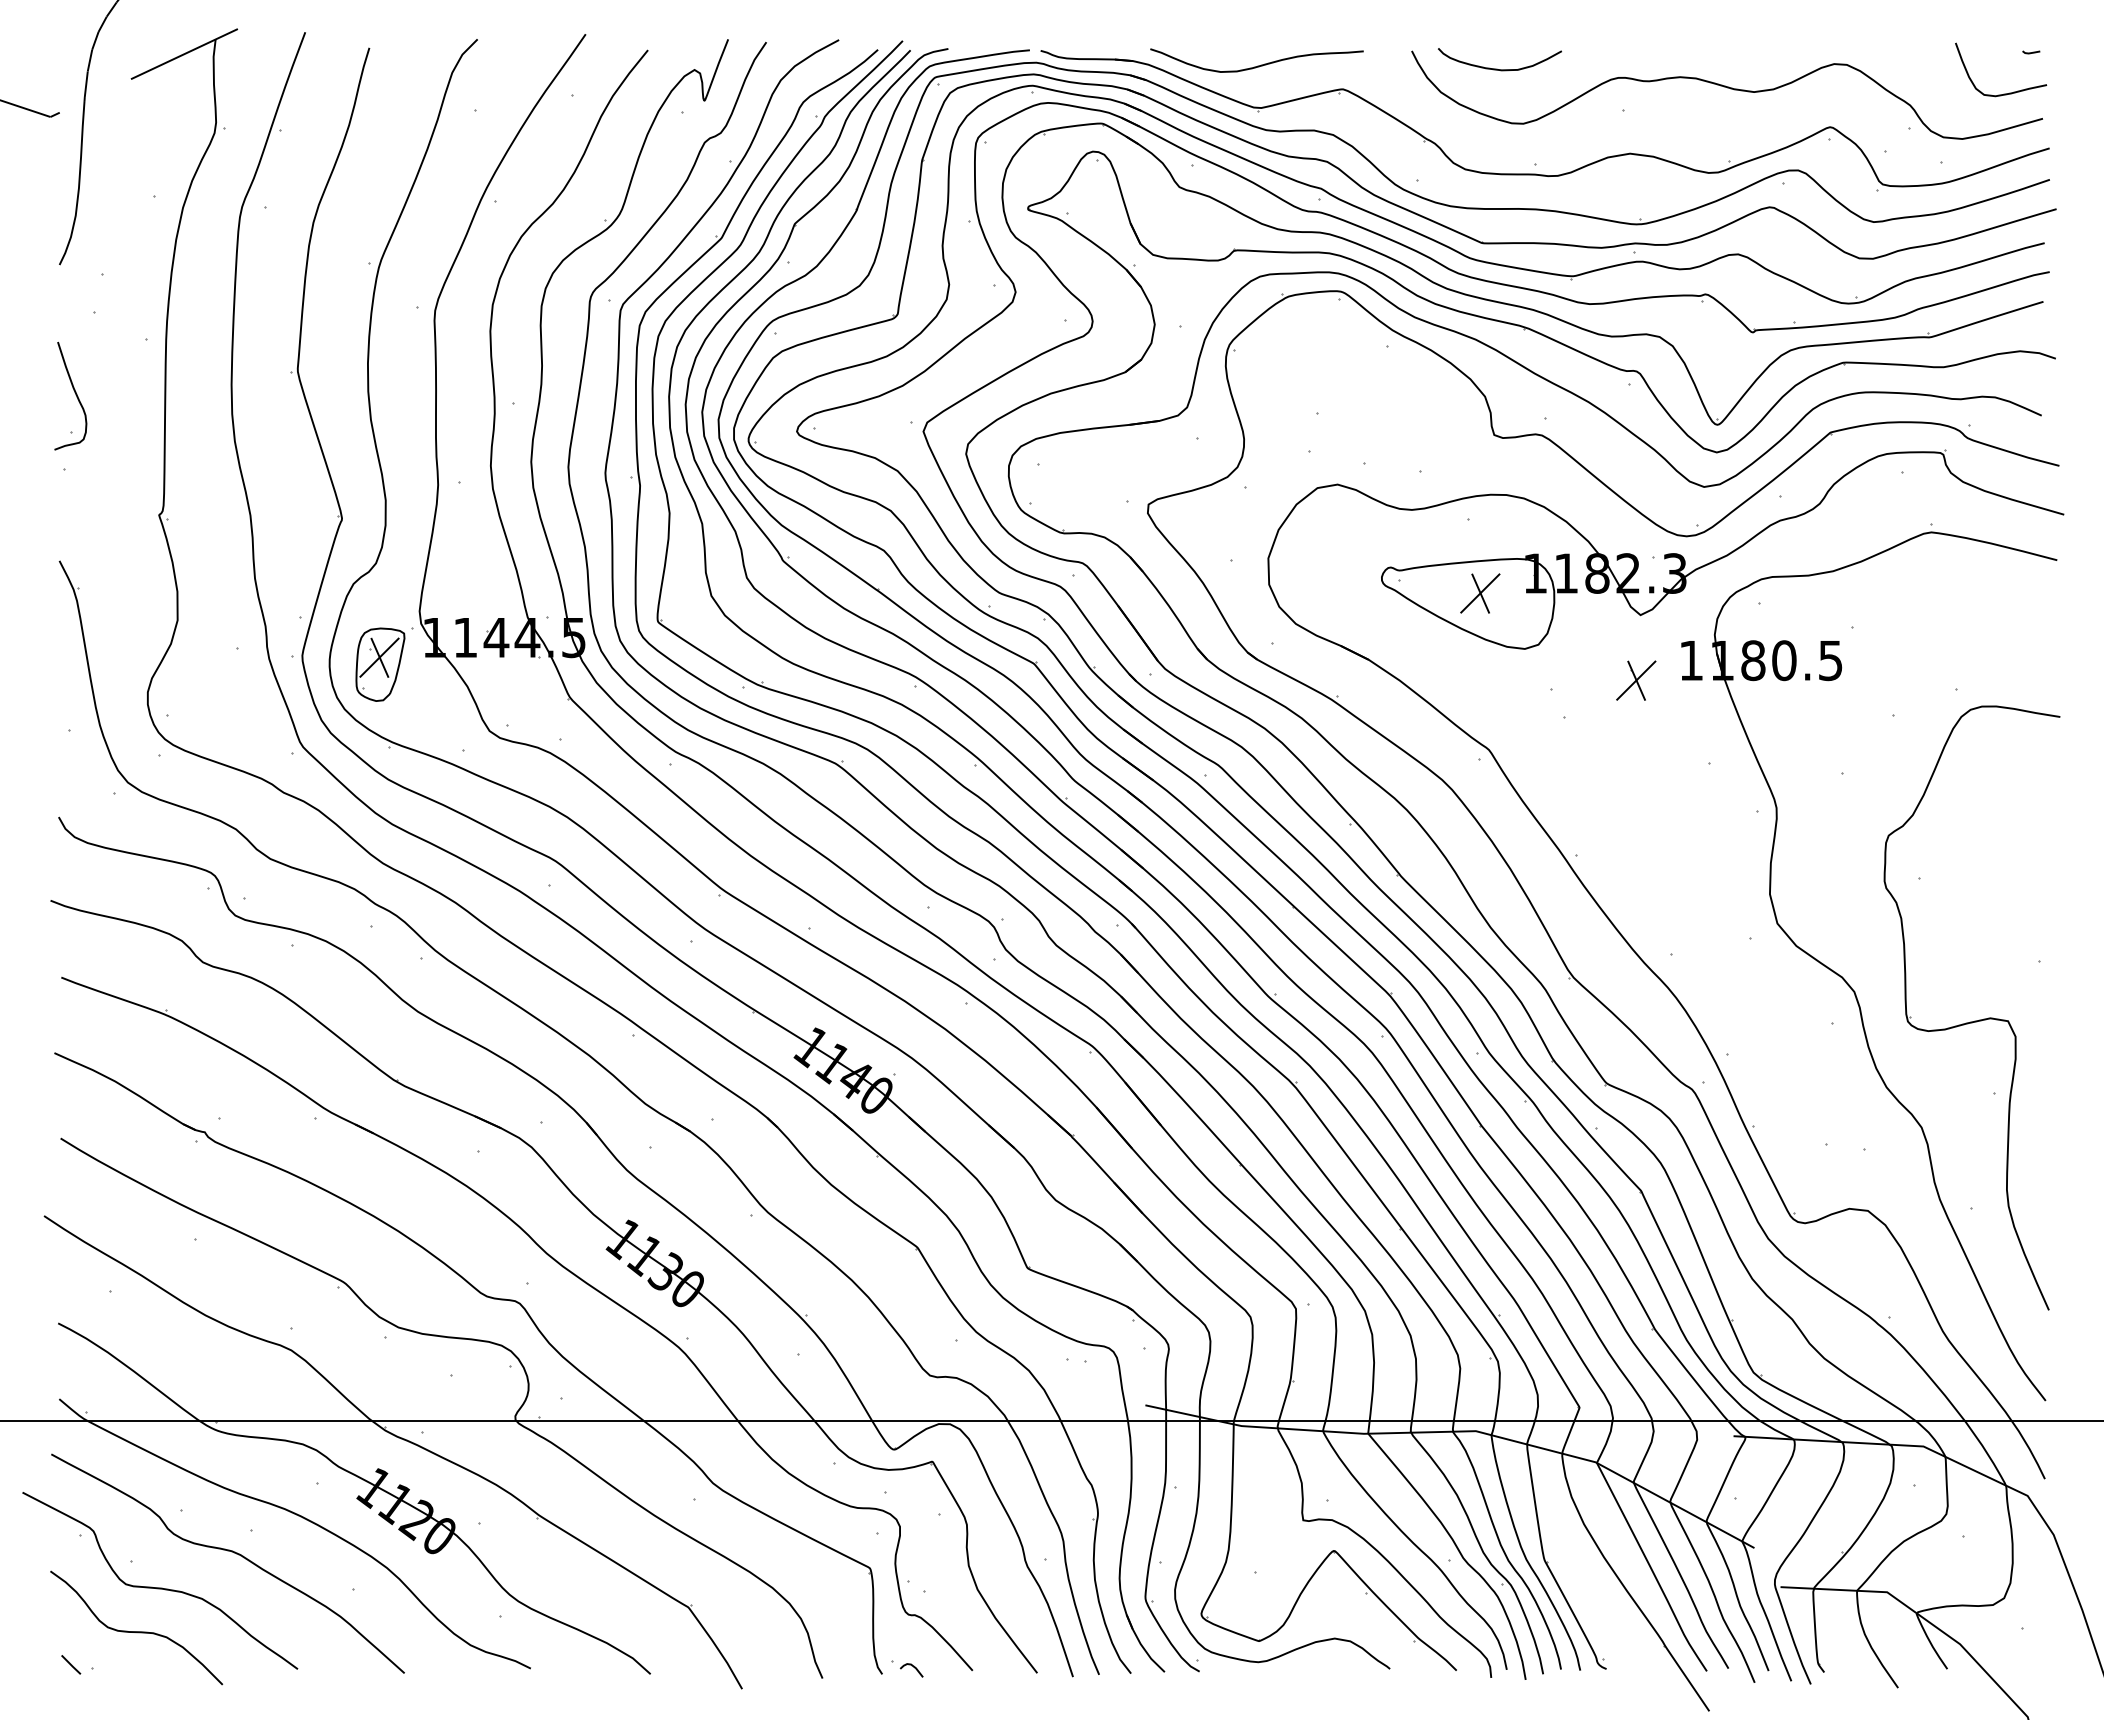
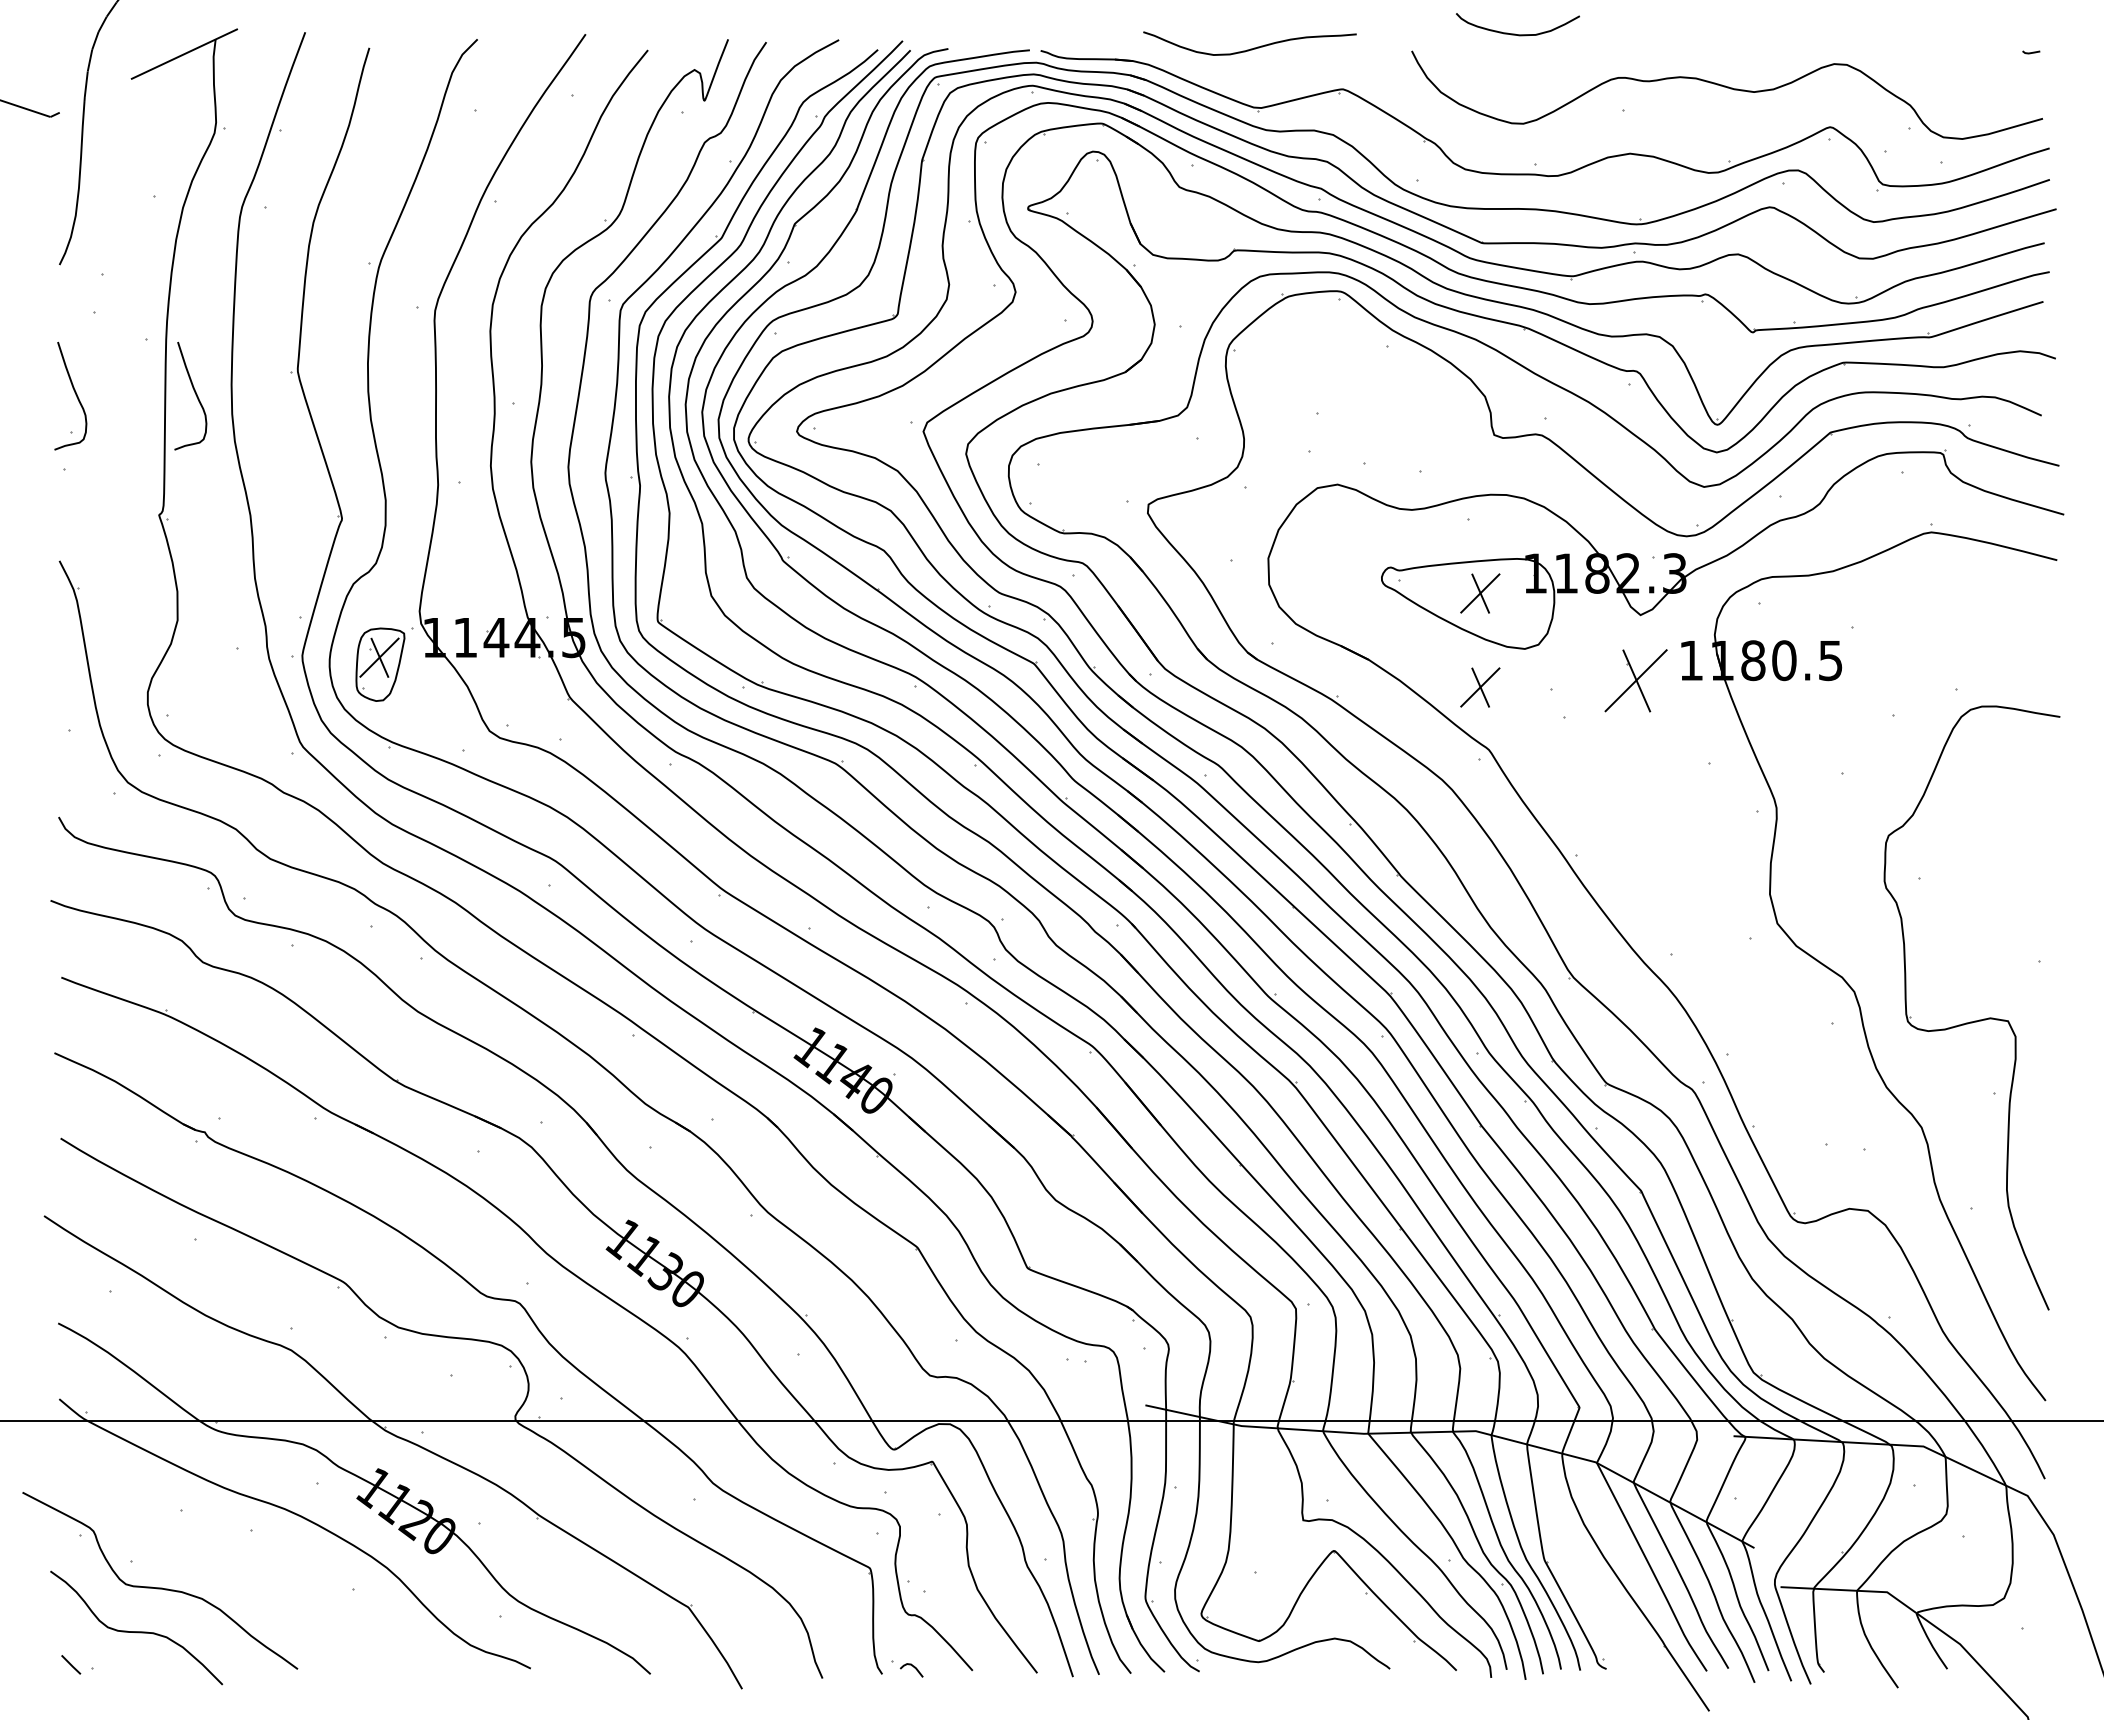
curve at (1257, 65) position: (1257, 65) -> (1250, 48)
curve at (1497, 68) position: (1497, 68) -> (1515, 33)
curve at (2003, 93): present -> none
curve at (194, 392): none -> present
part at (1636, 680) size: 41x41 px -> 64x64 px
part at (1480, 687): none -> present
curve at (231, 1552): present -> none
